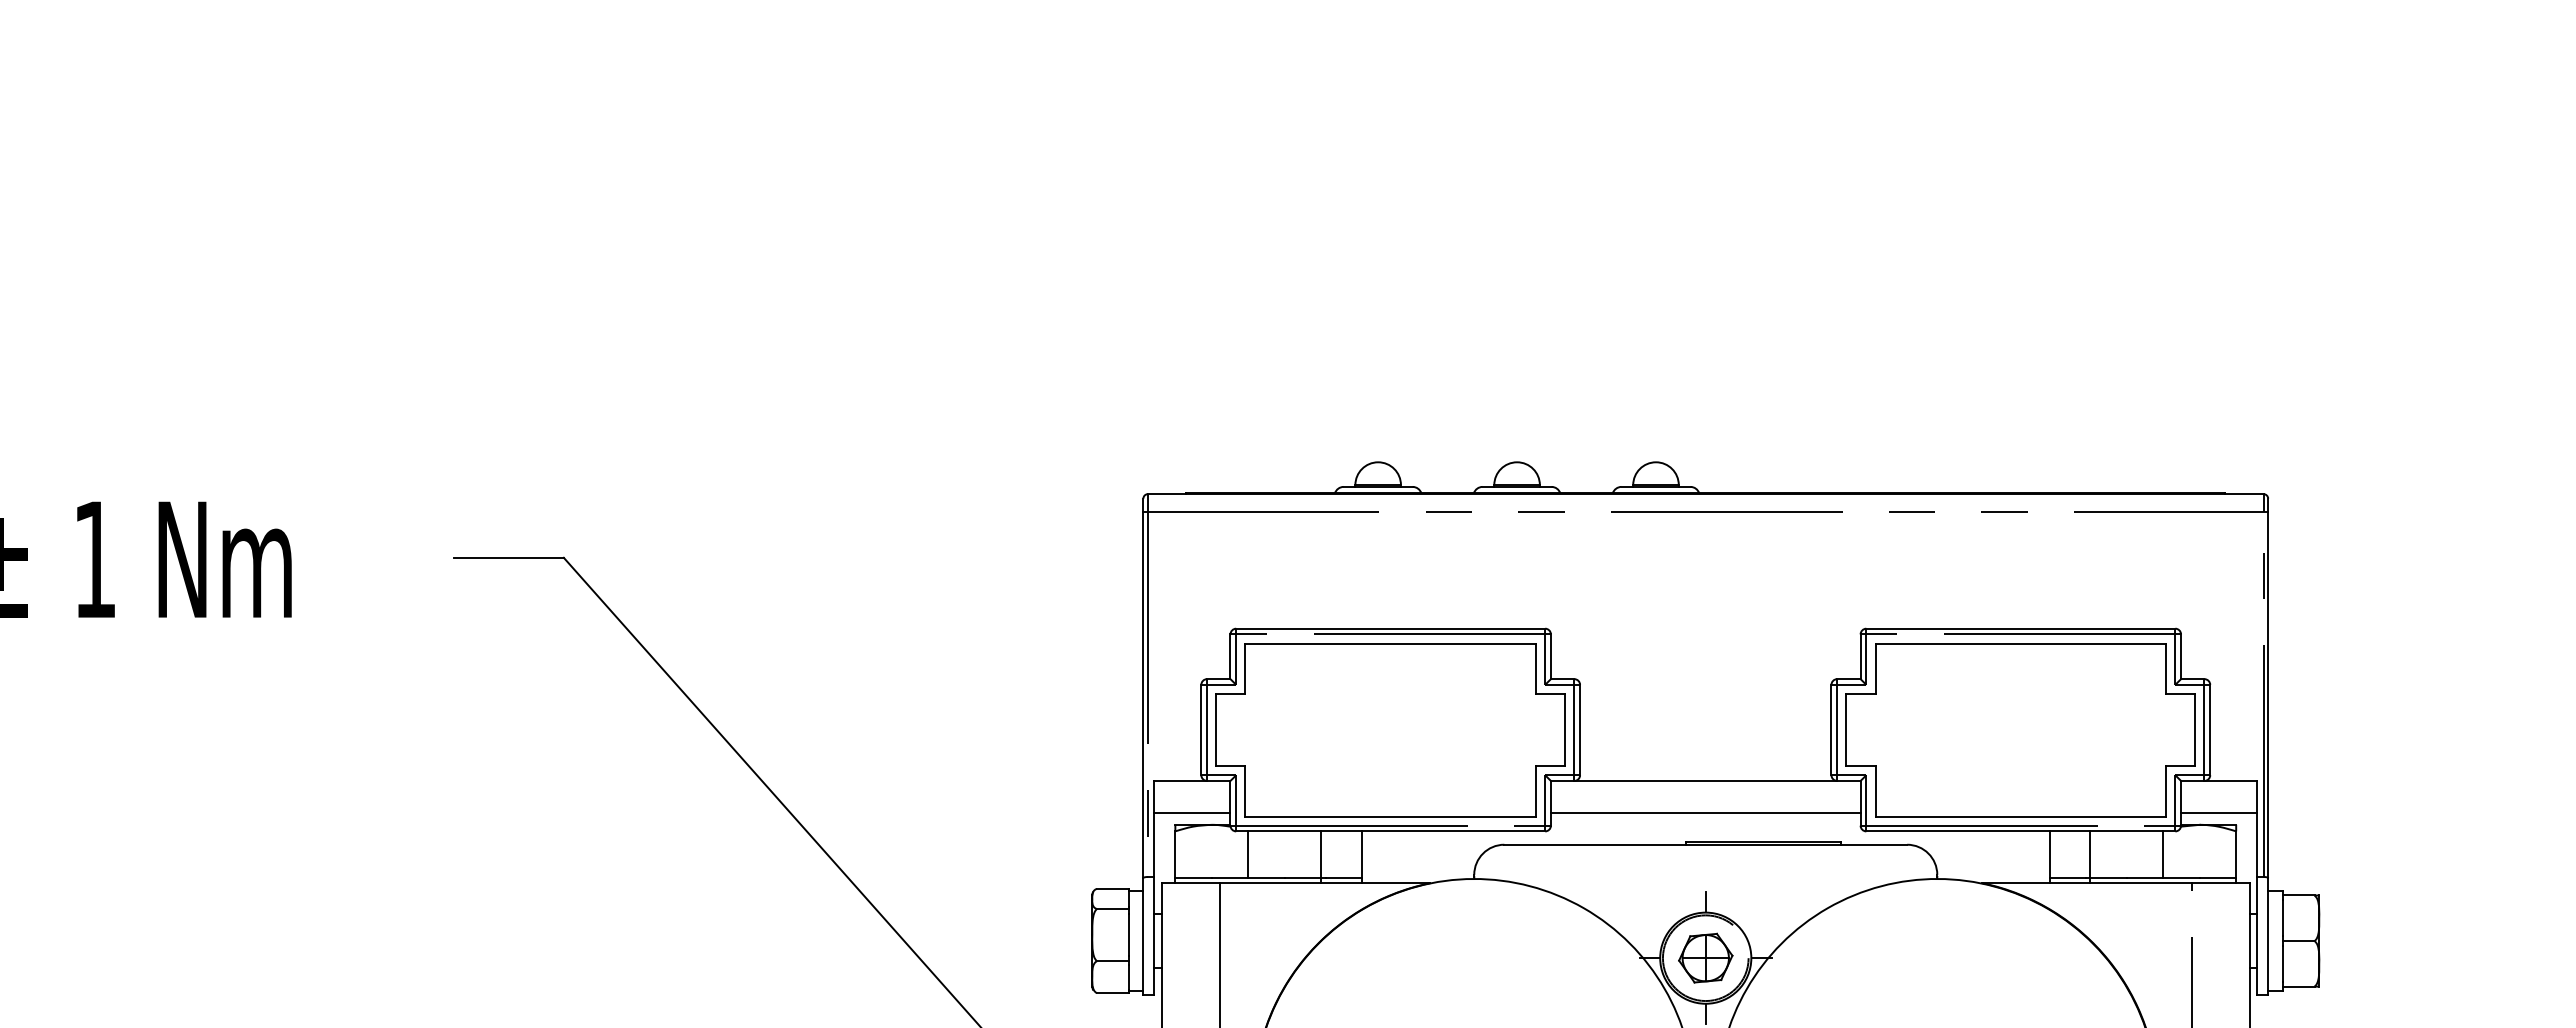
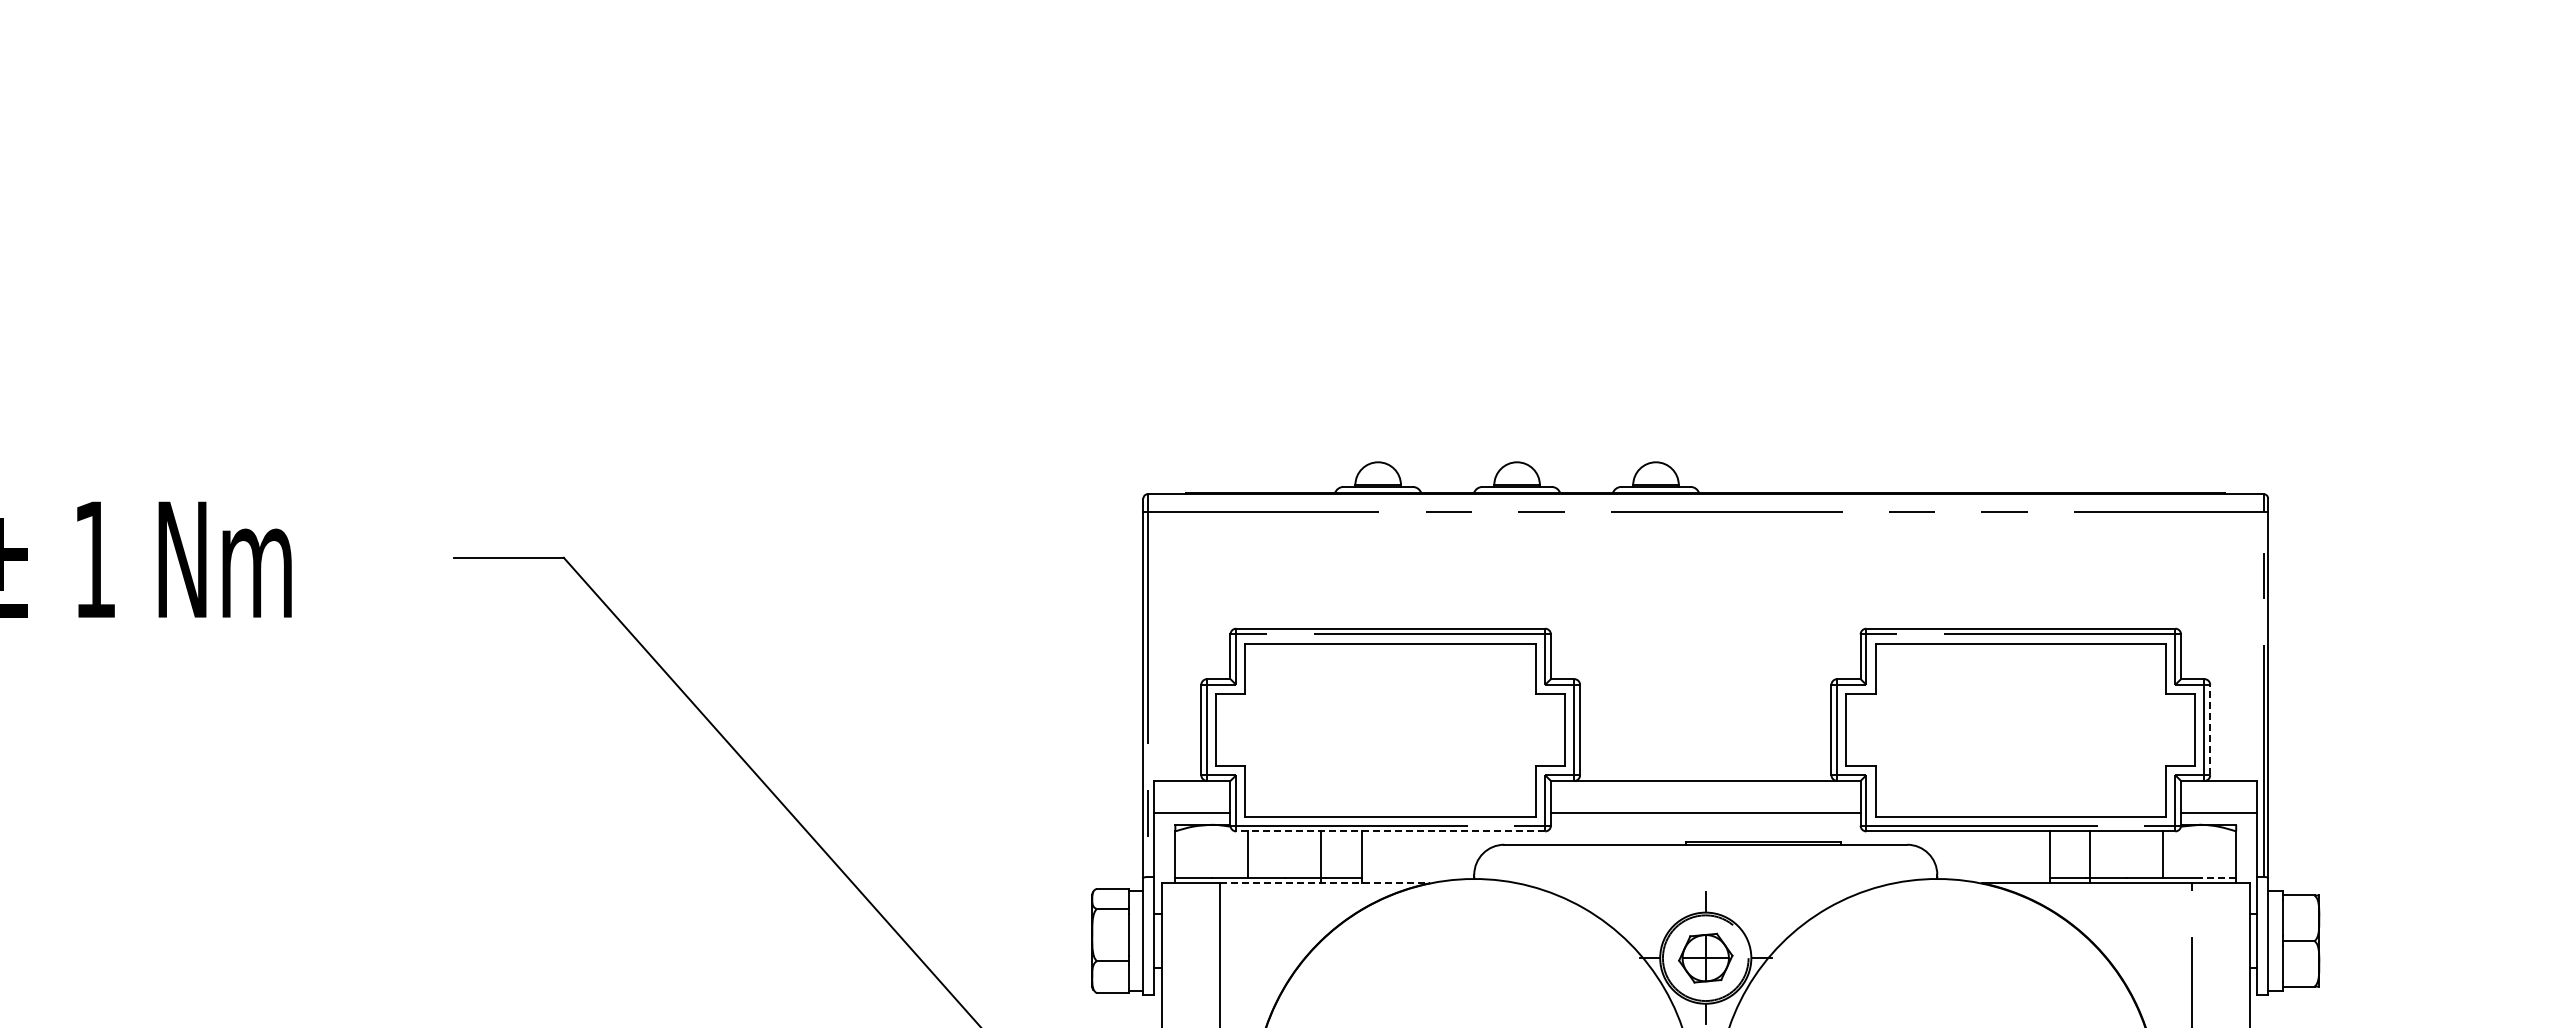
line at (2210, 729): solid -> dashed
line at (1390, 831): solid -> dashed
line at (2217, 877): solid -> dashed
line at (1325, 883): solid -> dashed
